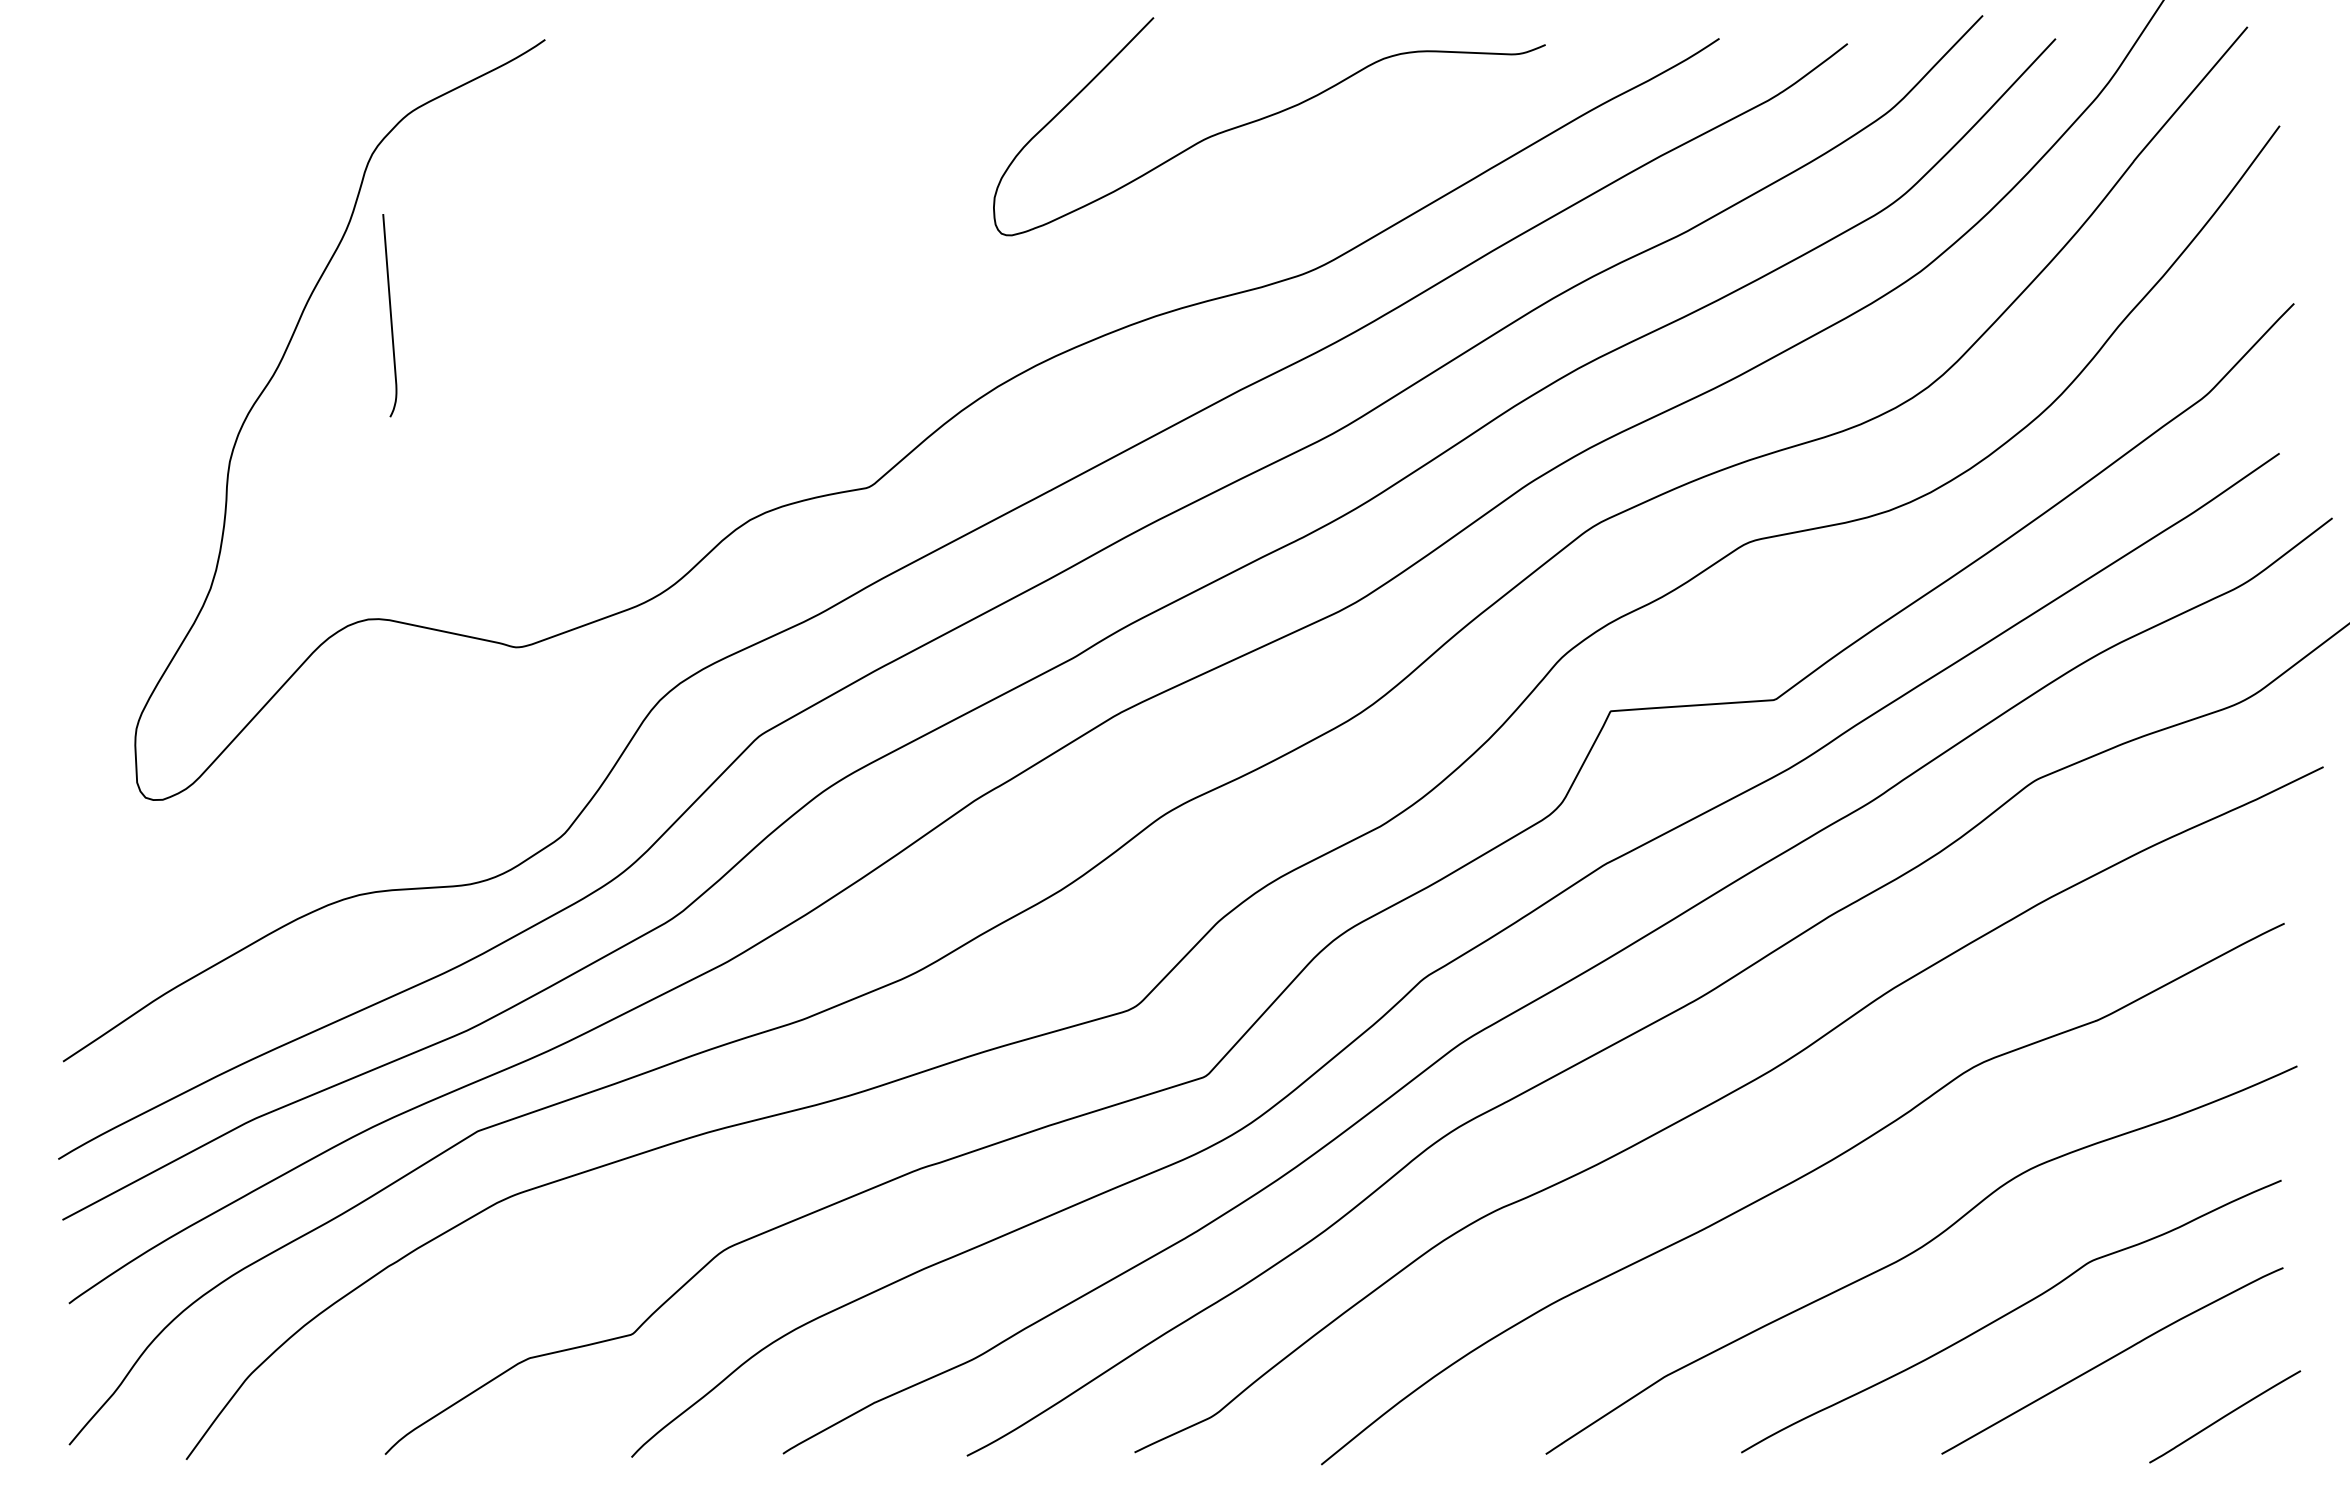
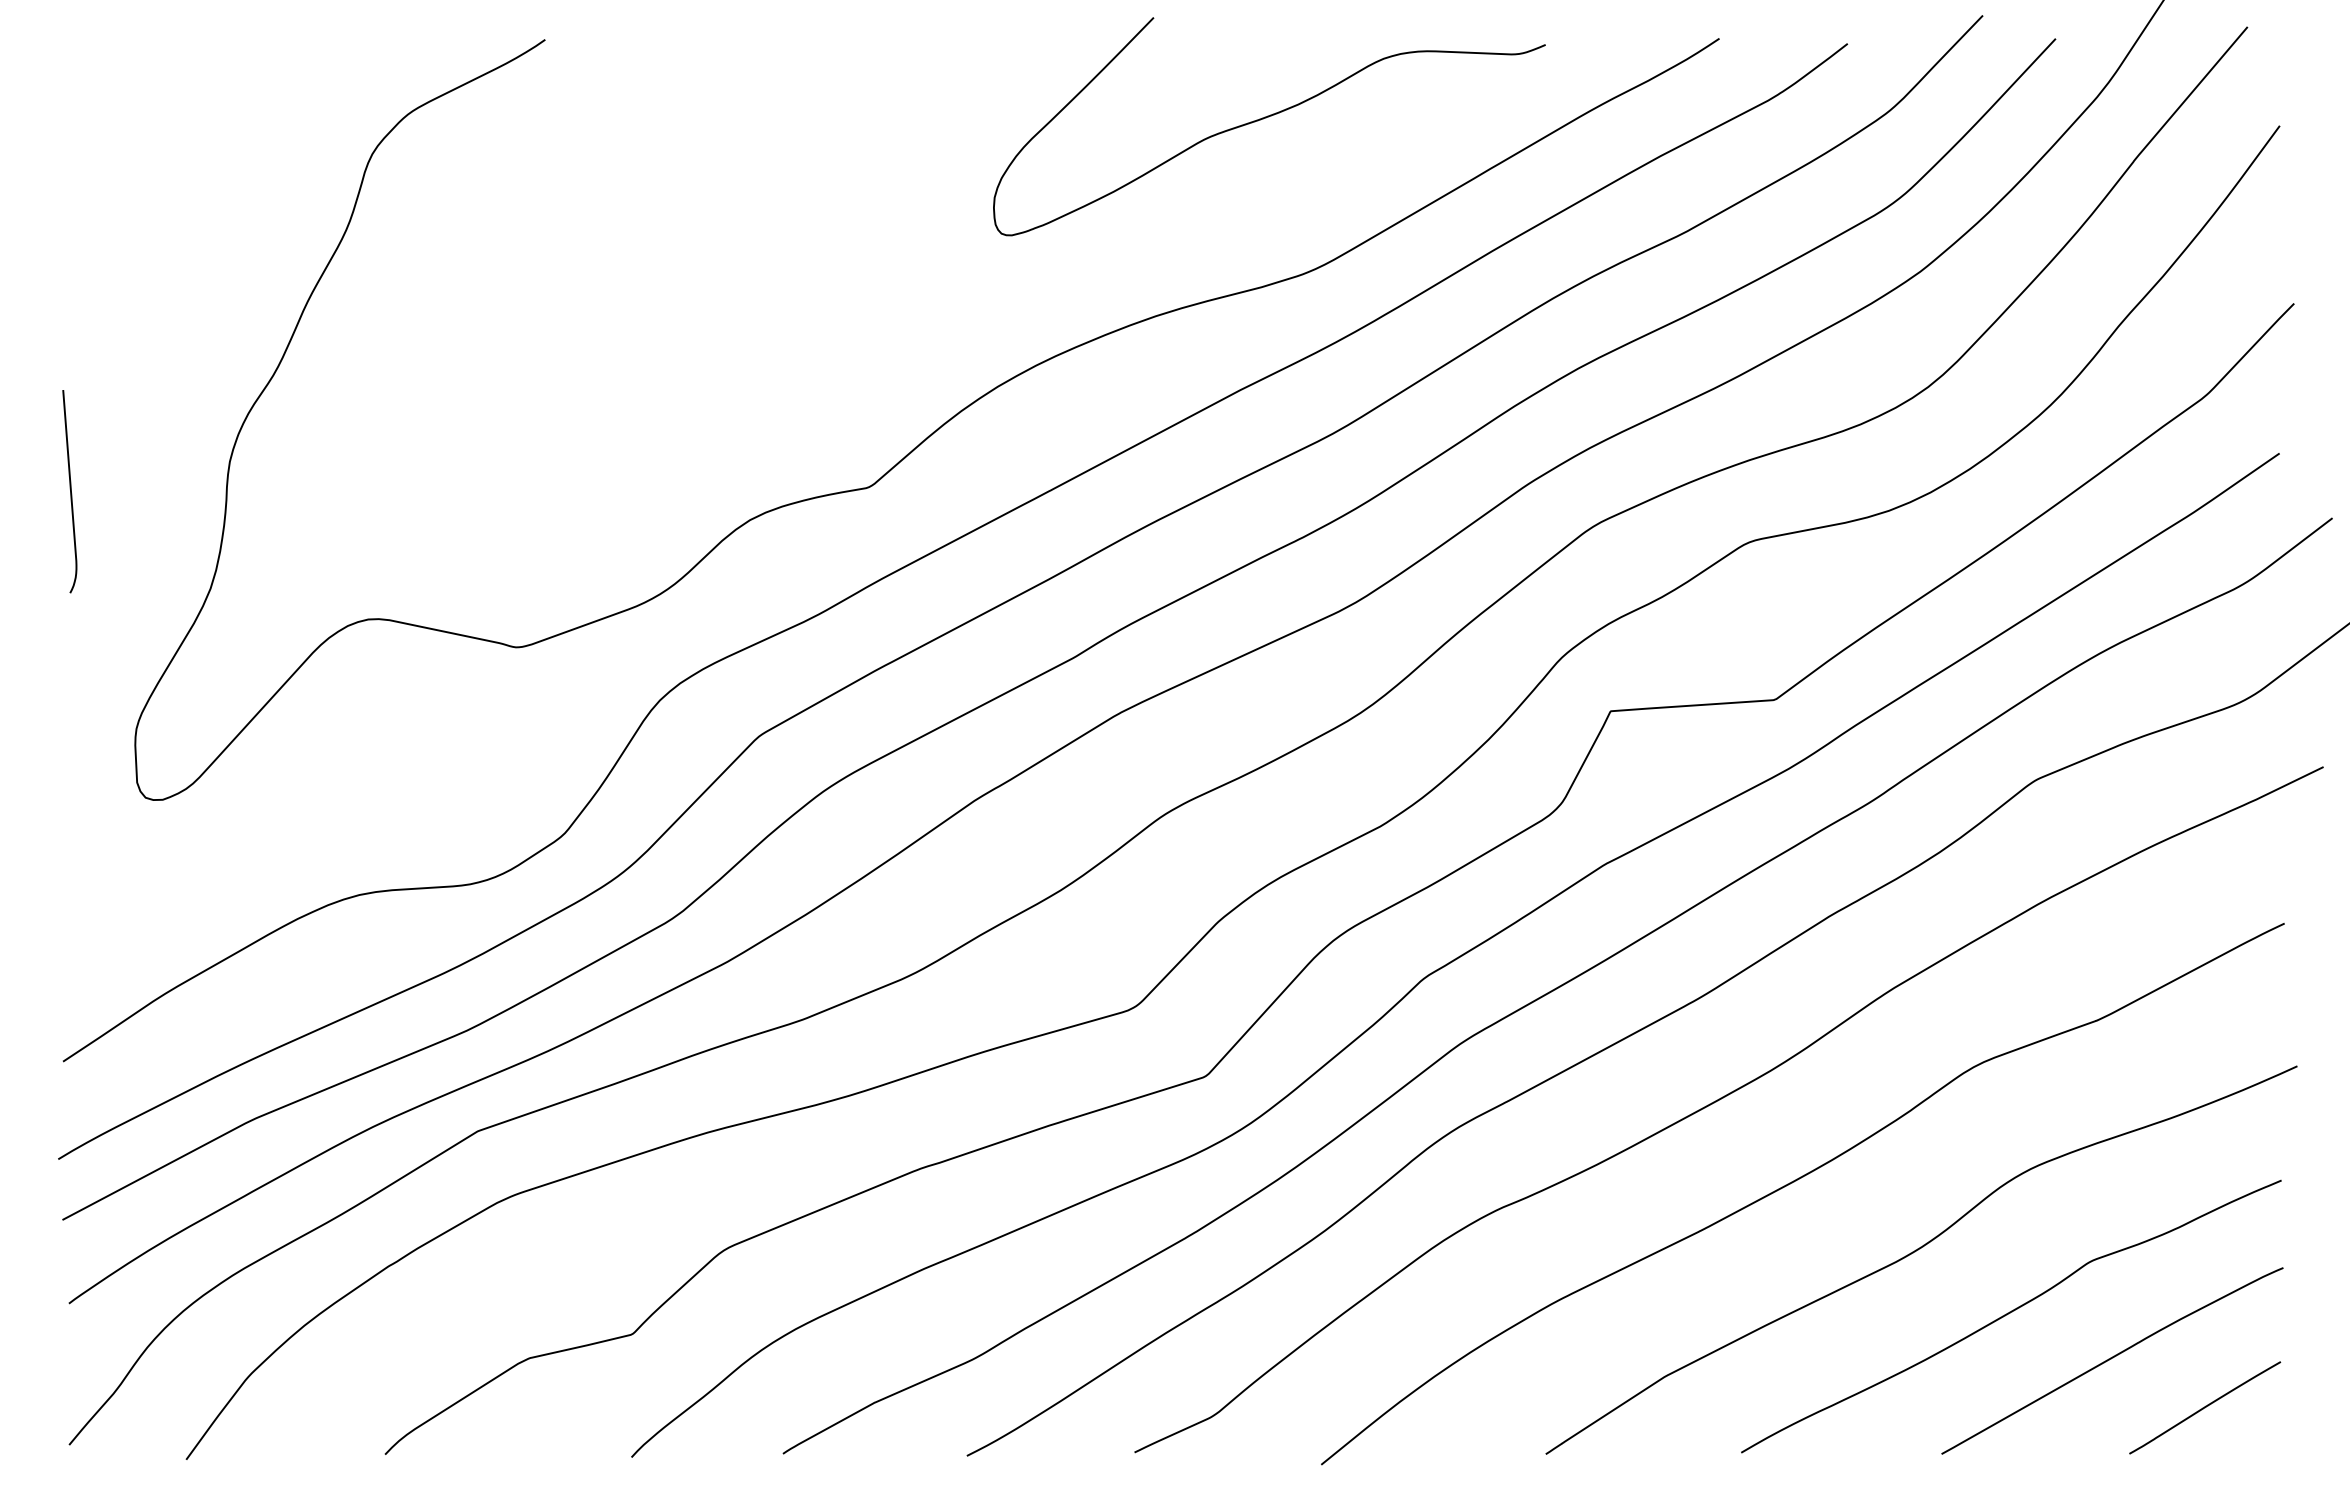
curve at (390, 315) position: (390, 315) -> (70, 491)
curve at (2225, 1416) position: (2225, 1416) -> (2205, 1407)
